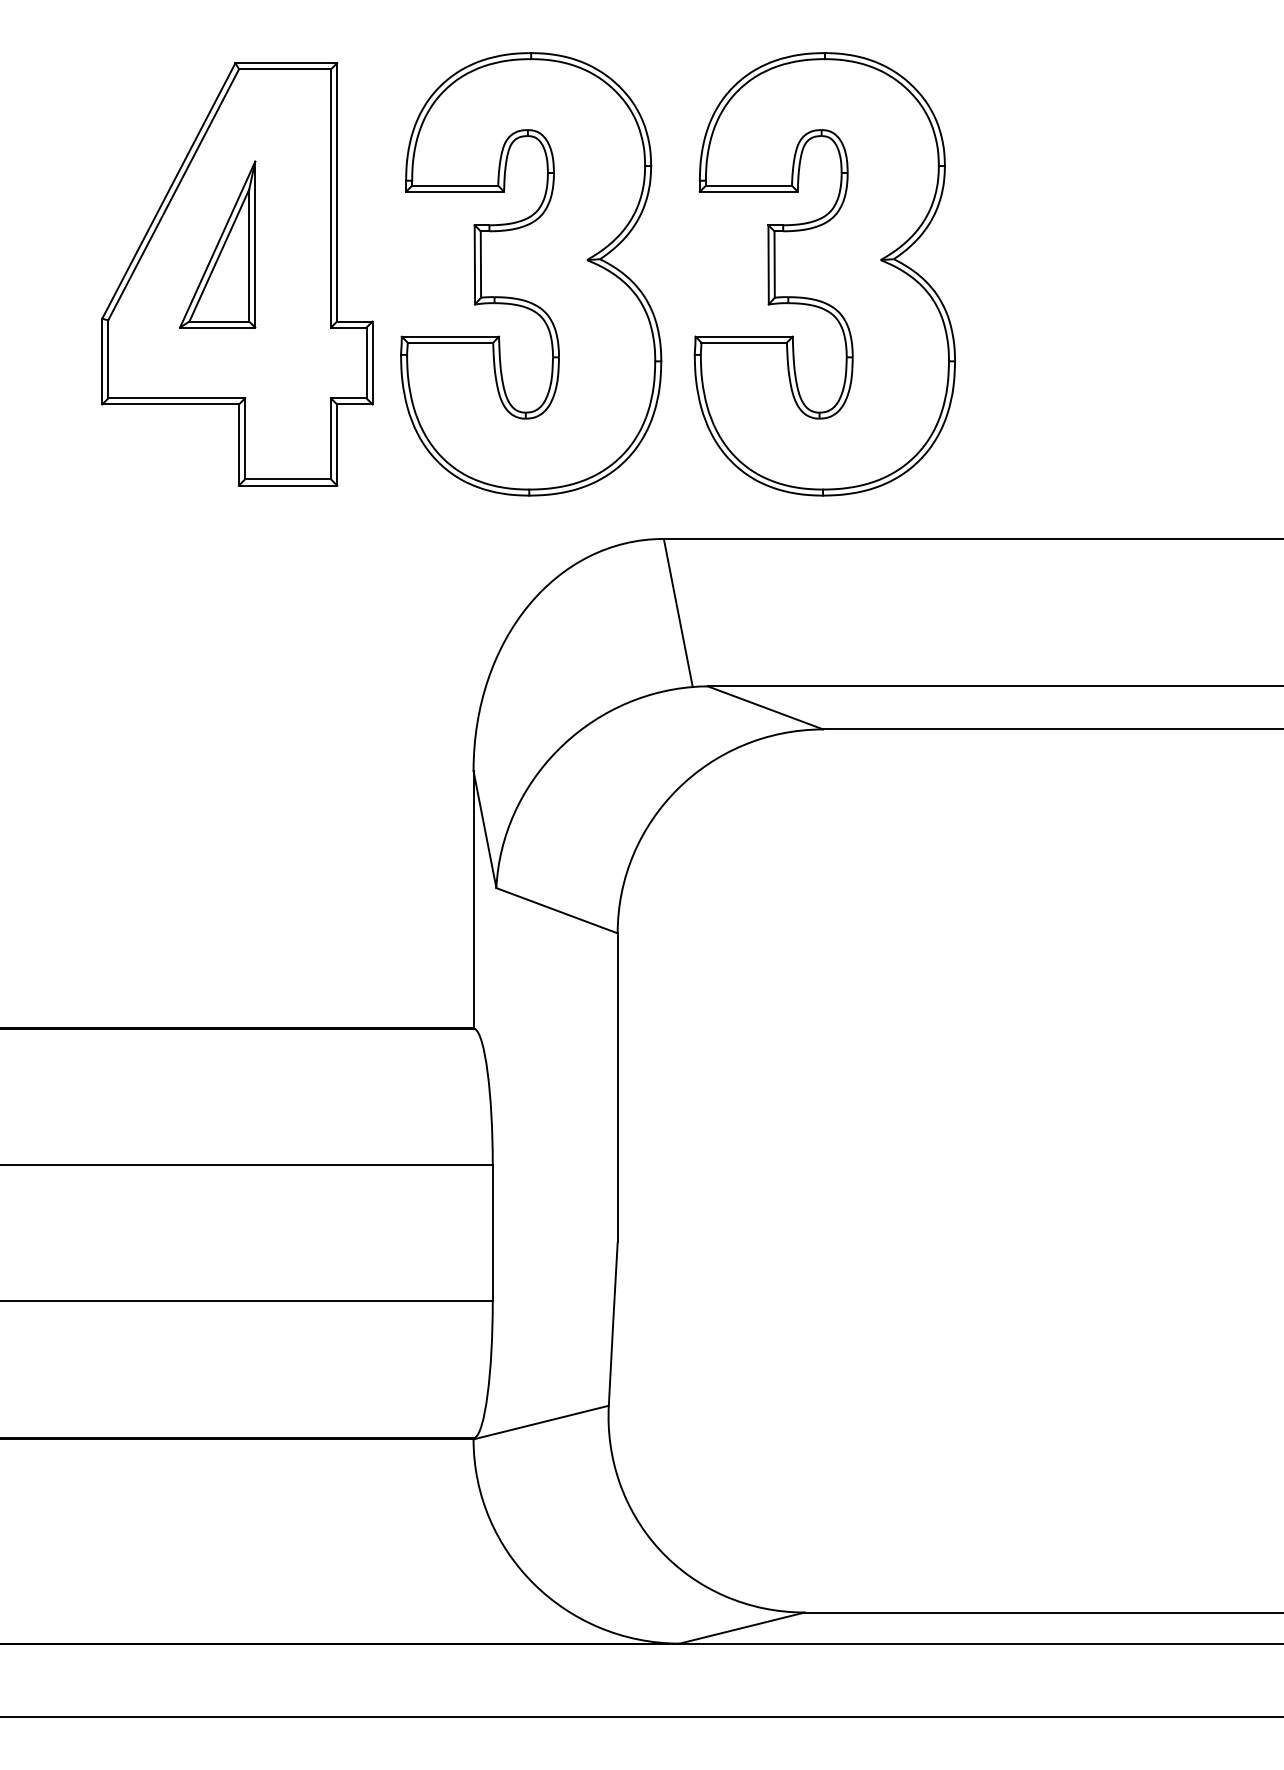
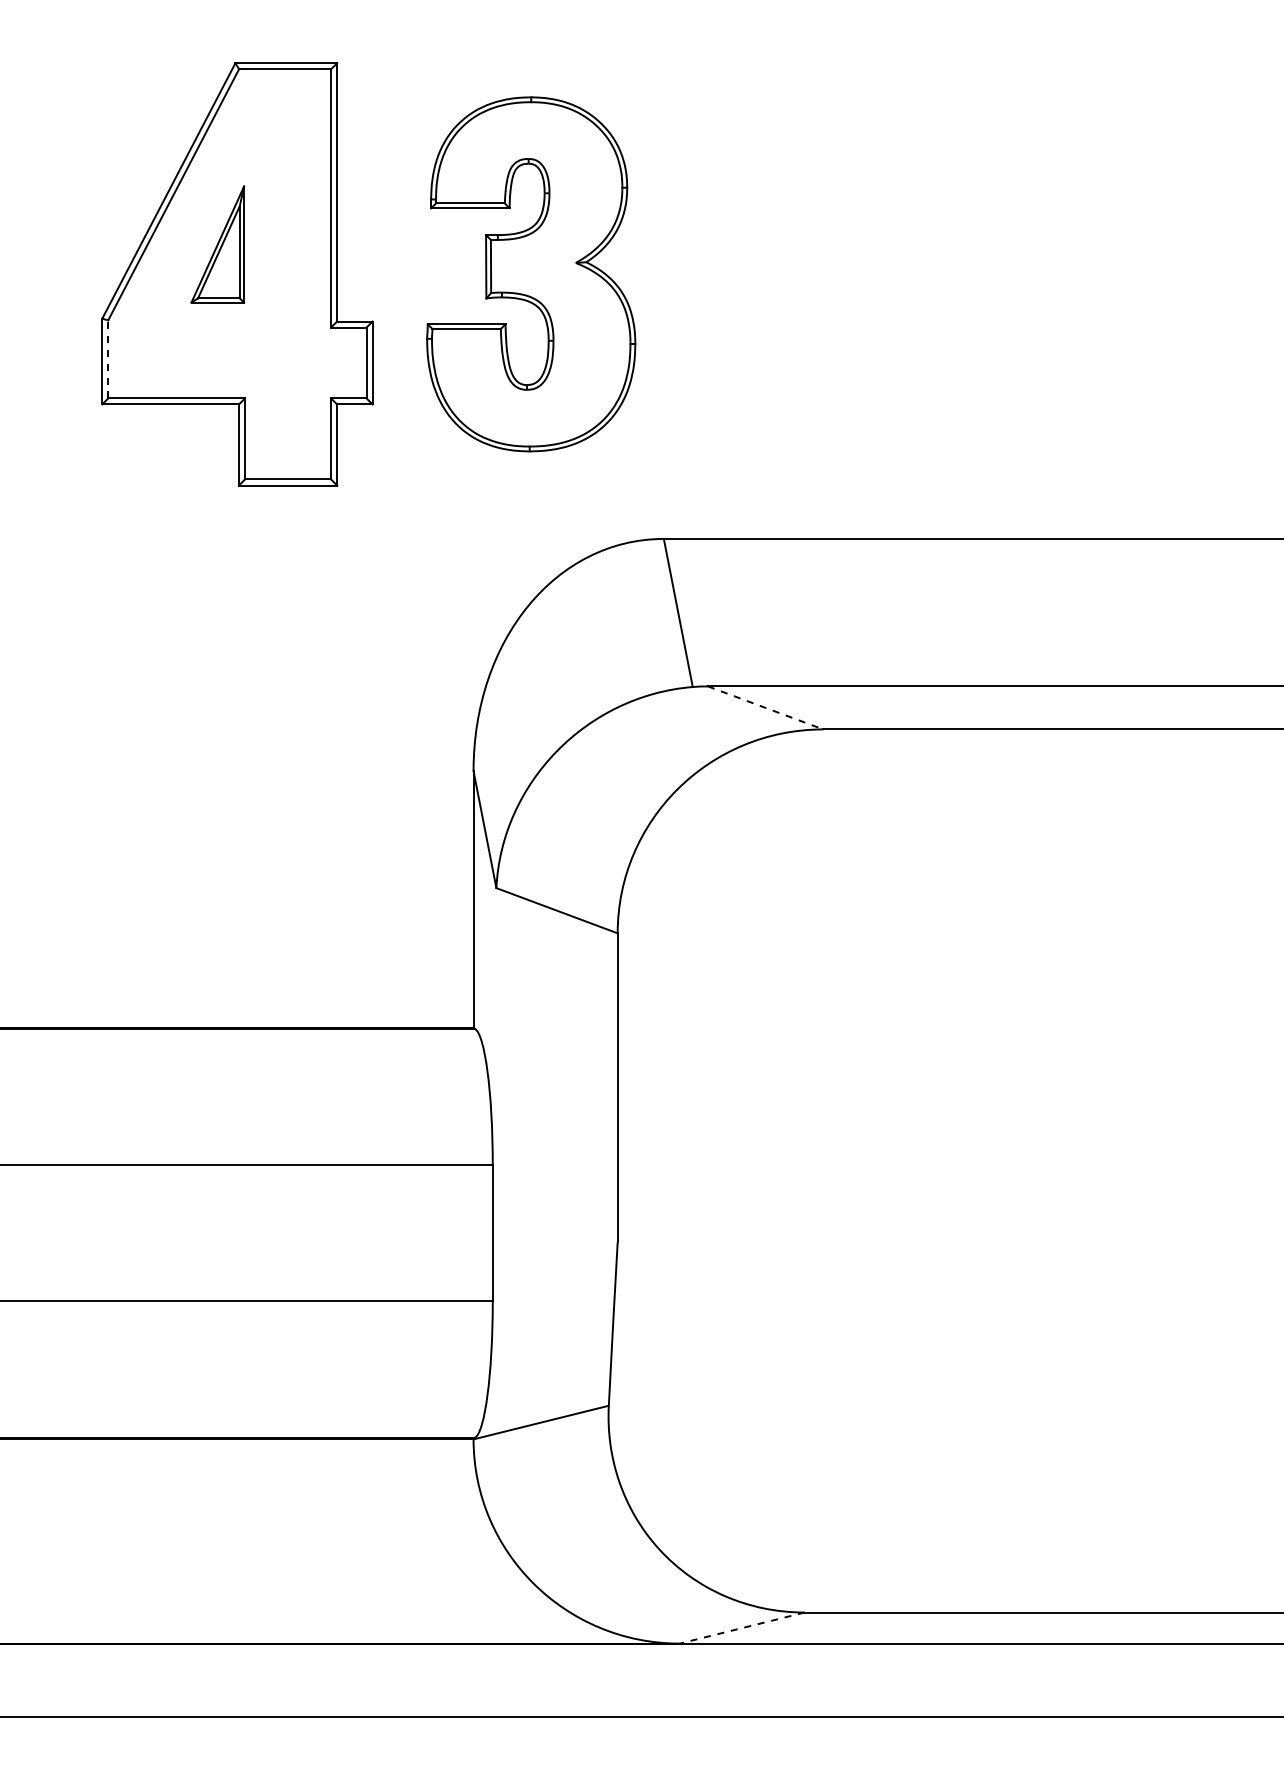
part at (217, 244) size: 78x169 px -> 56x119 px
part at (531, 274) size: 263x445 px -> 211x357 px
part at (824, 274): present -> none
line at (108, 358): solid -> dashed
line at (765, 707): solid -> dashed
line at (741, 1628): solid -> dashed
